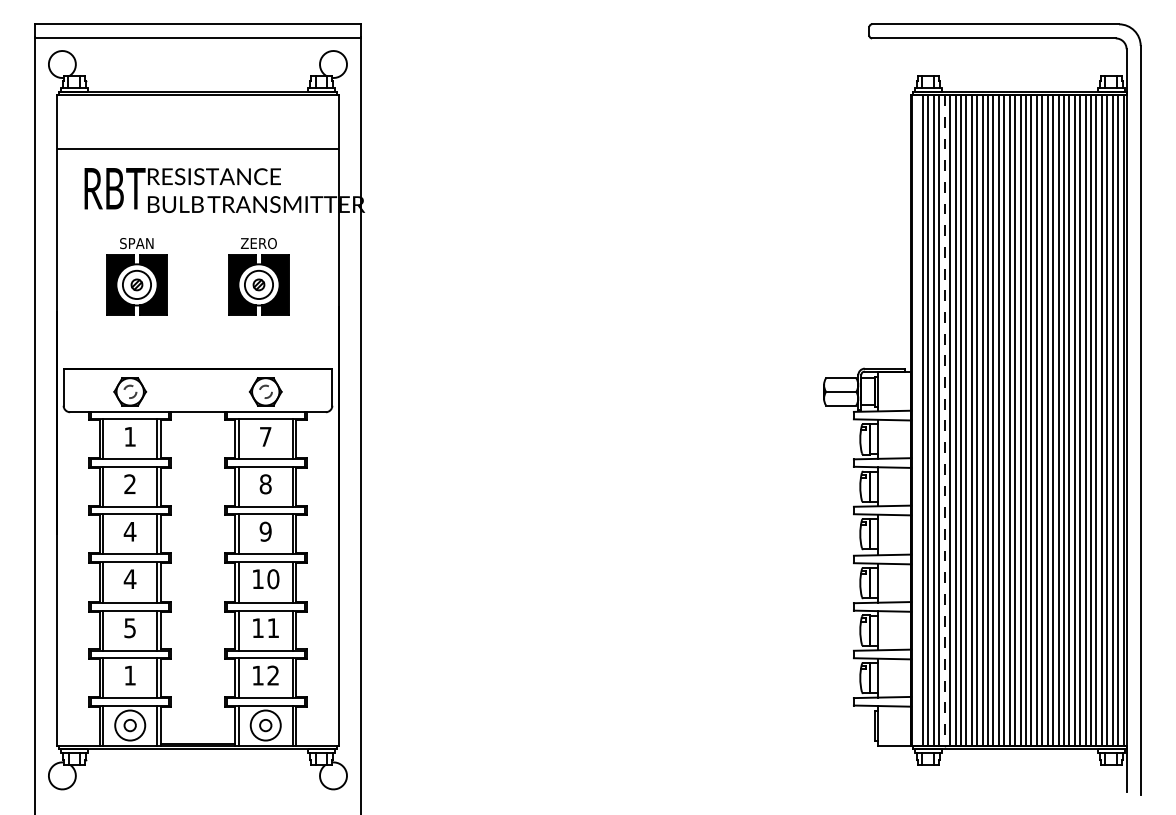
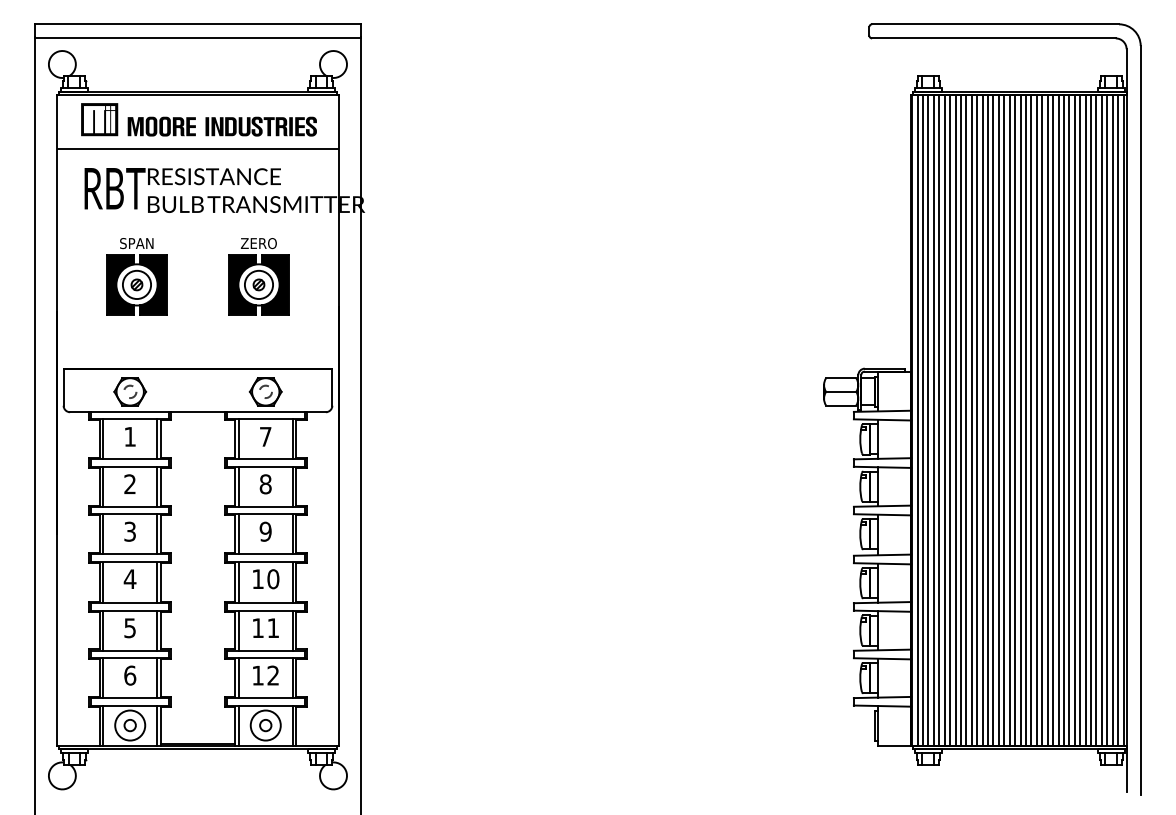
part at (198, 119): none -> present
line at (917, 420): none -> present
line at (944, 420): dashed -> solid
text at (129, 531): 4 -> 3
text at (130, 675): 1 -> 6
